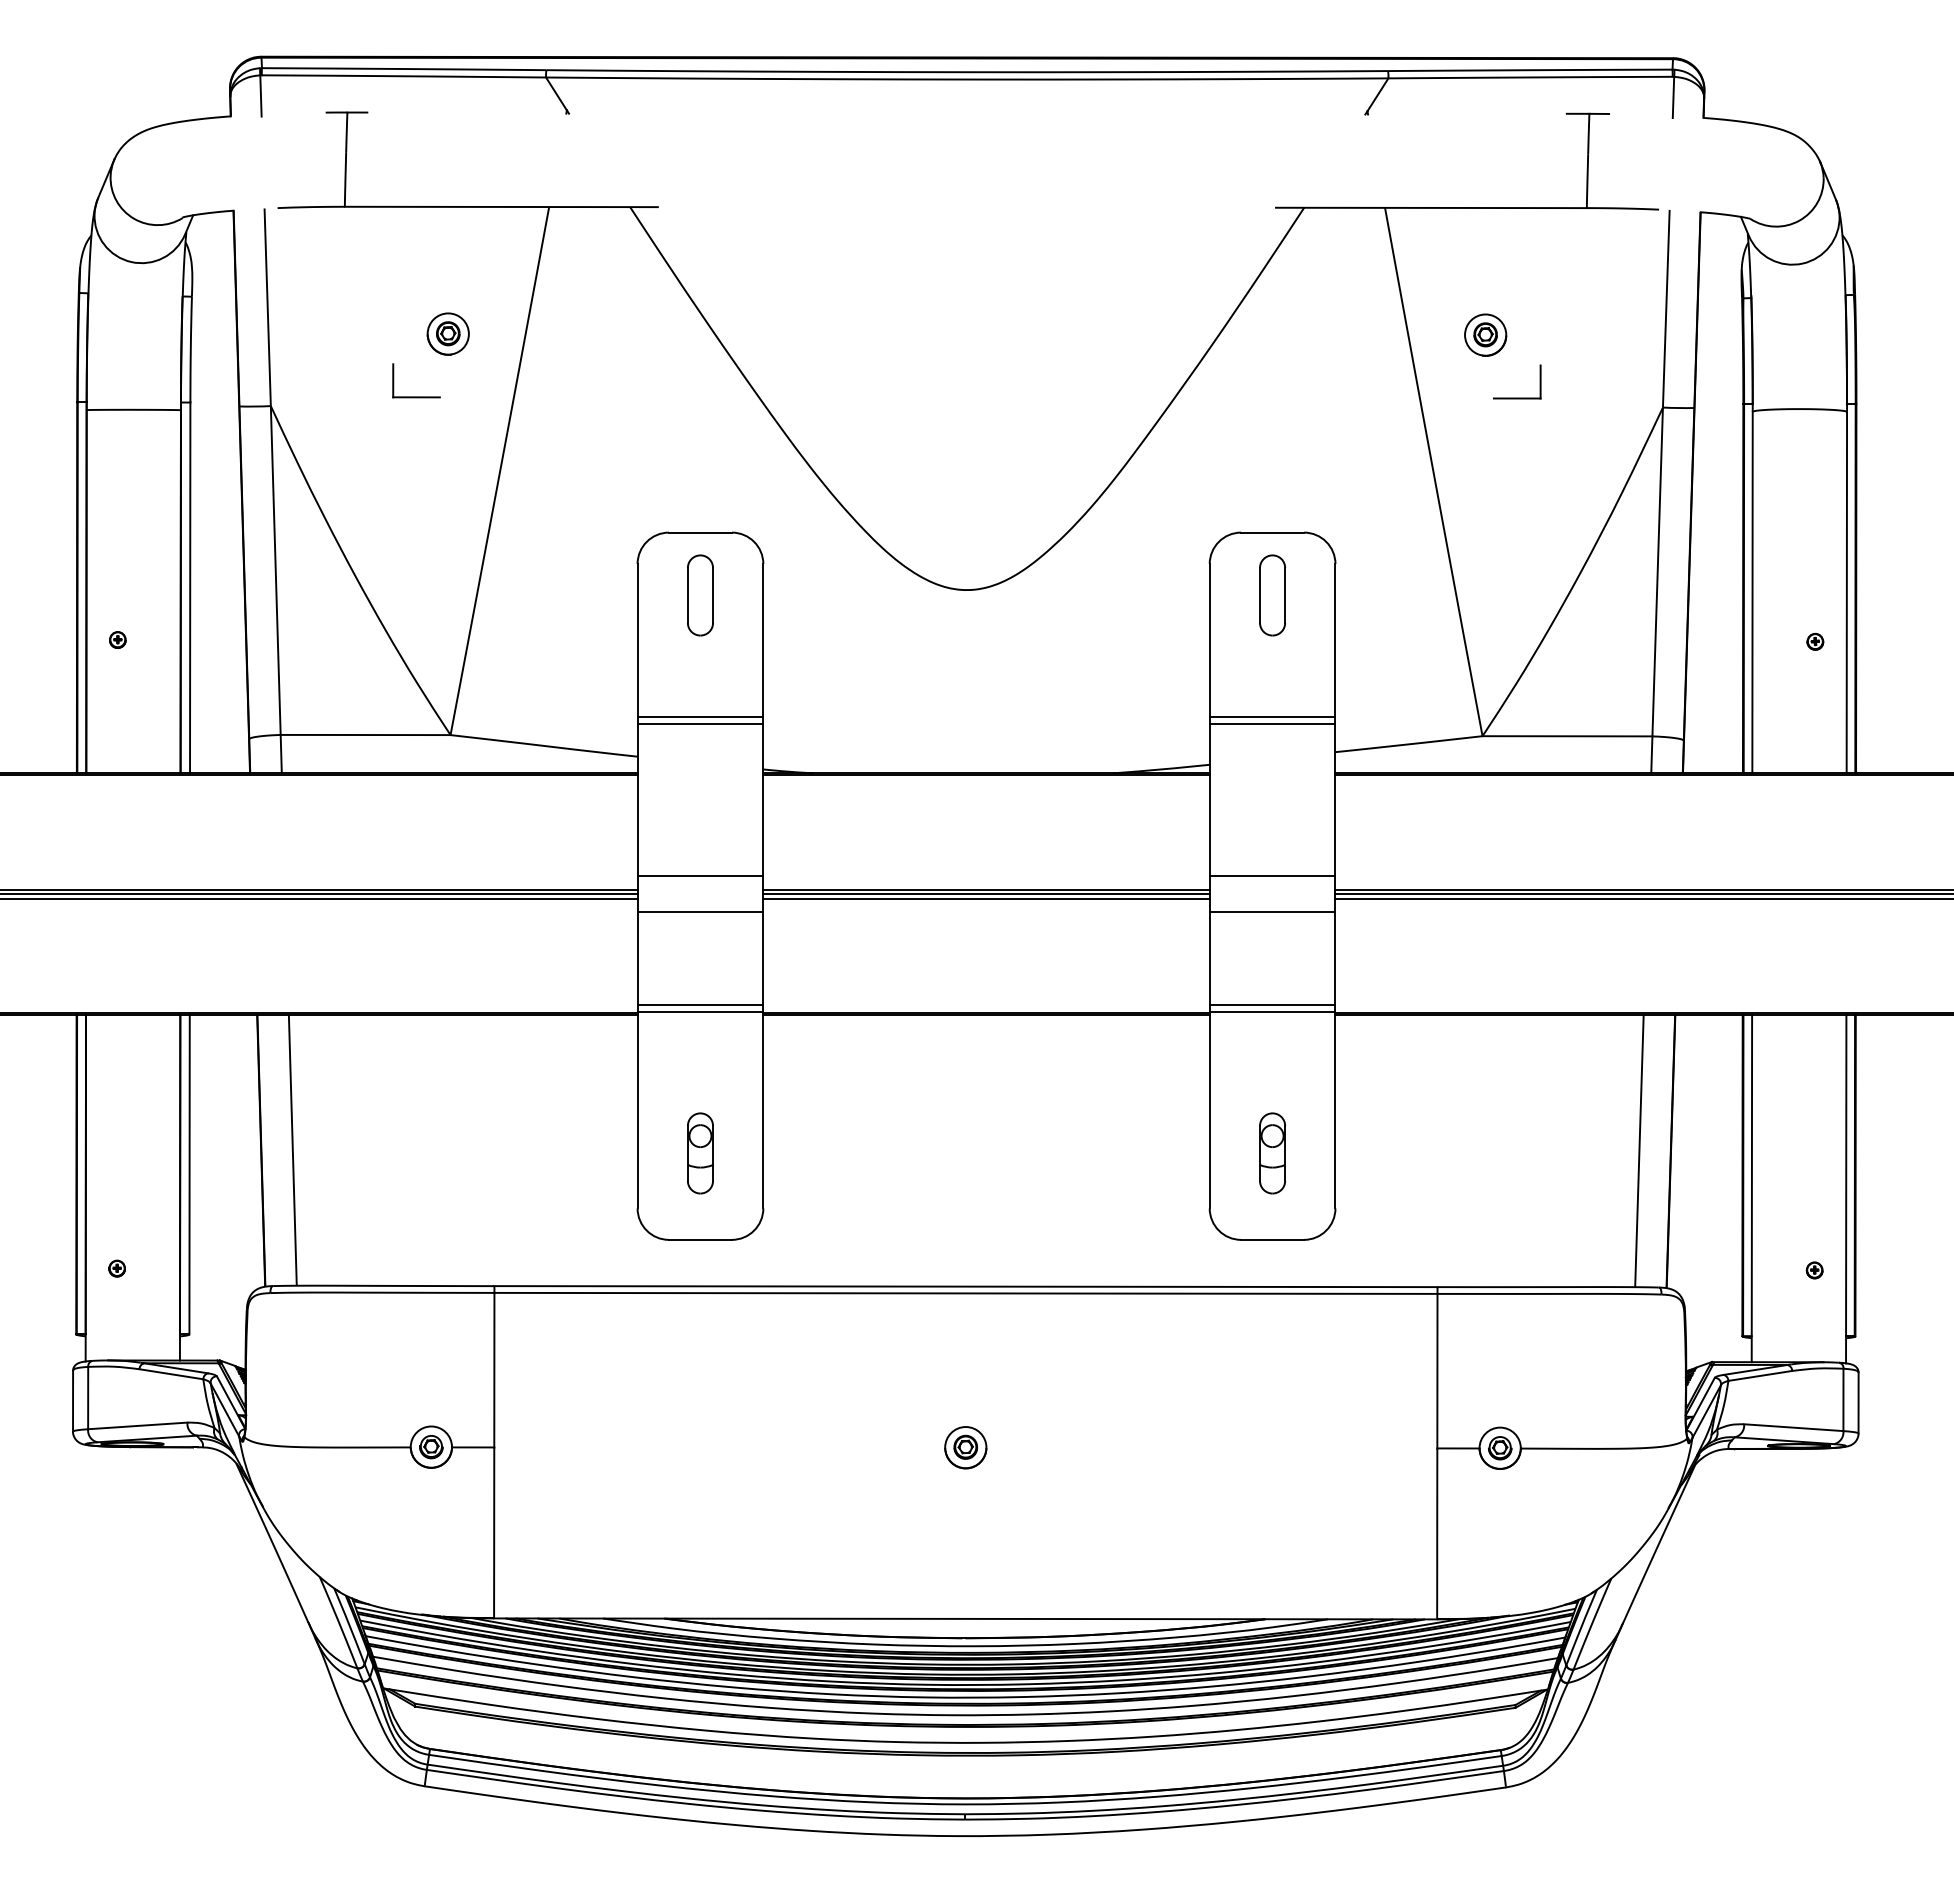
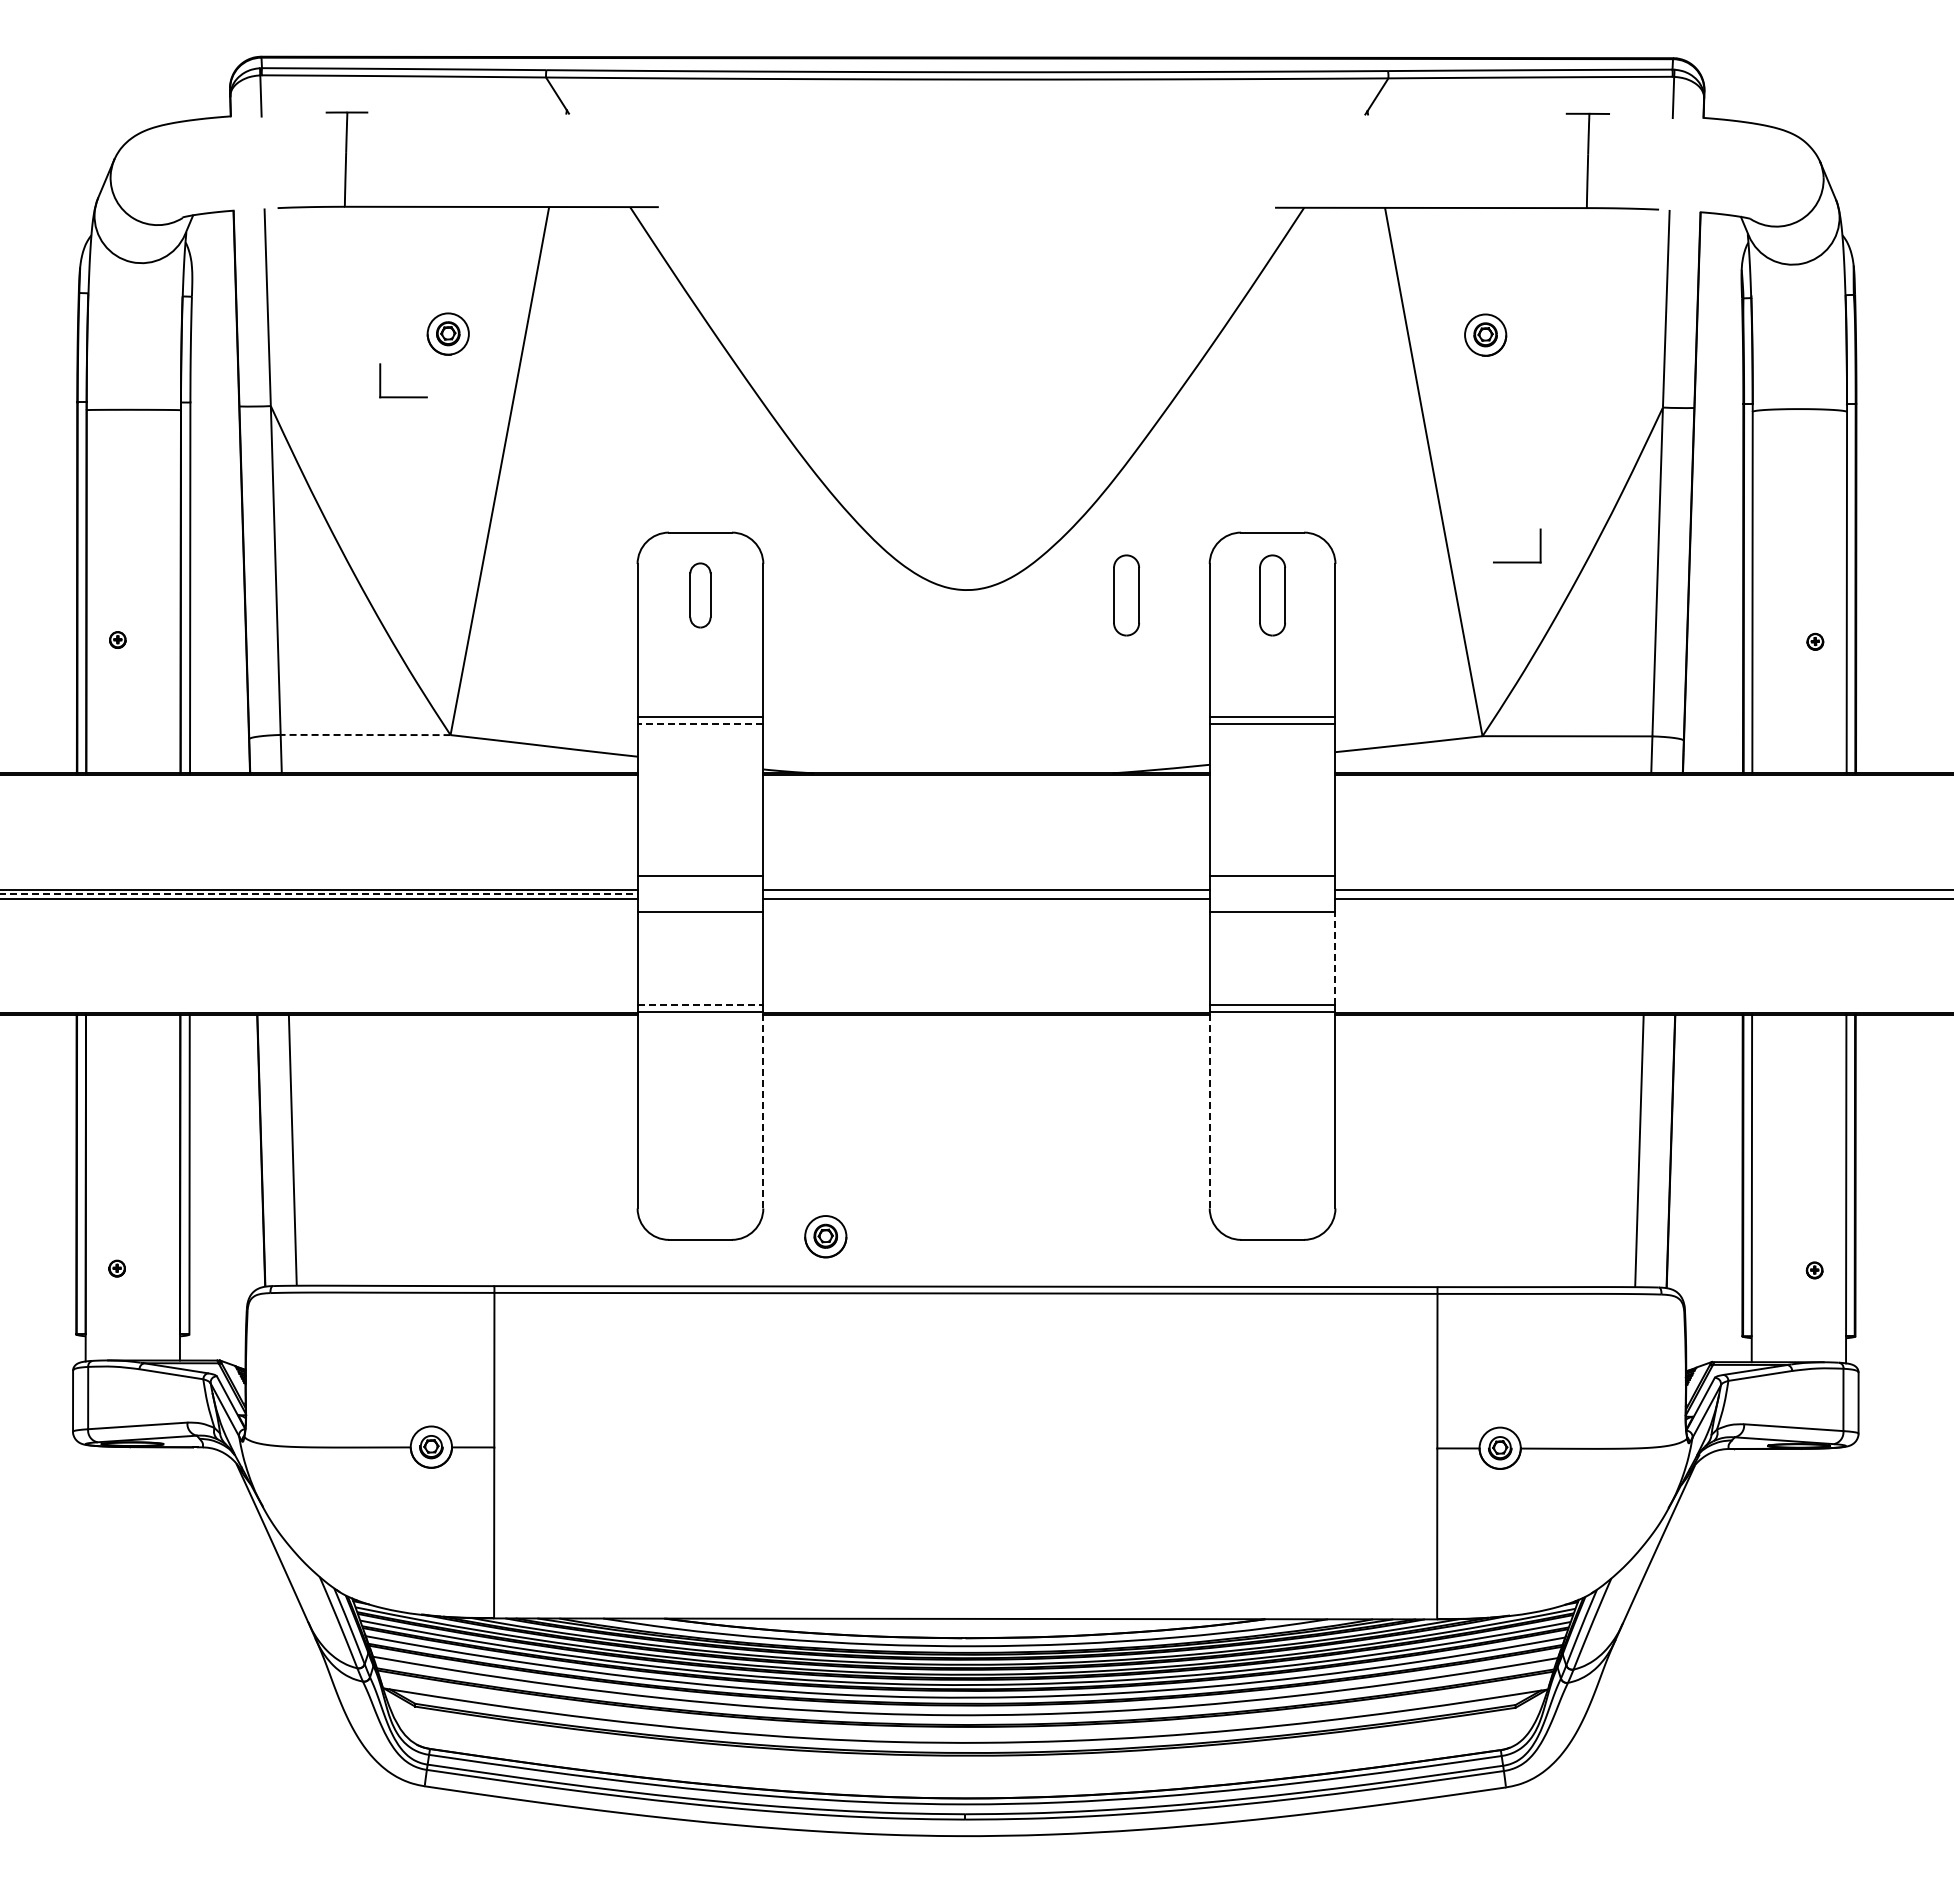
part at (416, 396) position: (416, 396) -> (403, 396)
part at (1517, 397) position: (1517, 397) -> (1517, 561)
part at (700, 595) size: 27x83 px -> 23x67 px
part at (1126, 595): none -> present
line at (700, 723): solid -> dashed
line at (365, 735): solid -> dashed
line at (318, 894): solid -> dashed
line at (986, 894): present -> none
line at (1642, 894): present -> none
line at (1335, 958): solid -> dashed
line at (700, 1004): solid -> dashed
line at (763, 1109): solid -> dashed
line at (1209, 1109): solid -> dashed
part at (700, 1153): present -> none
part at (1272, 1153): present -> none
part at (965, 1447) position: (965, 1447) -> (825, 1236)
